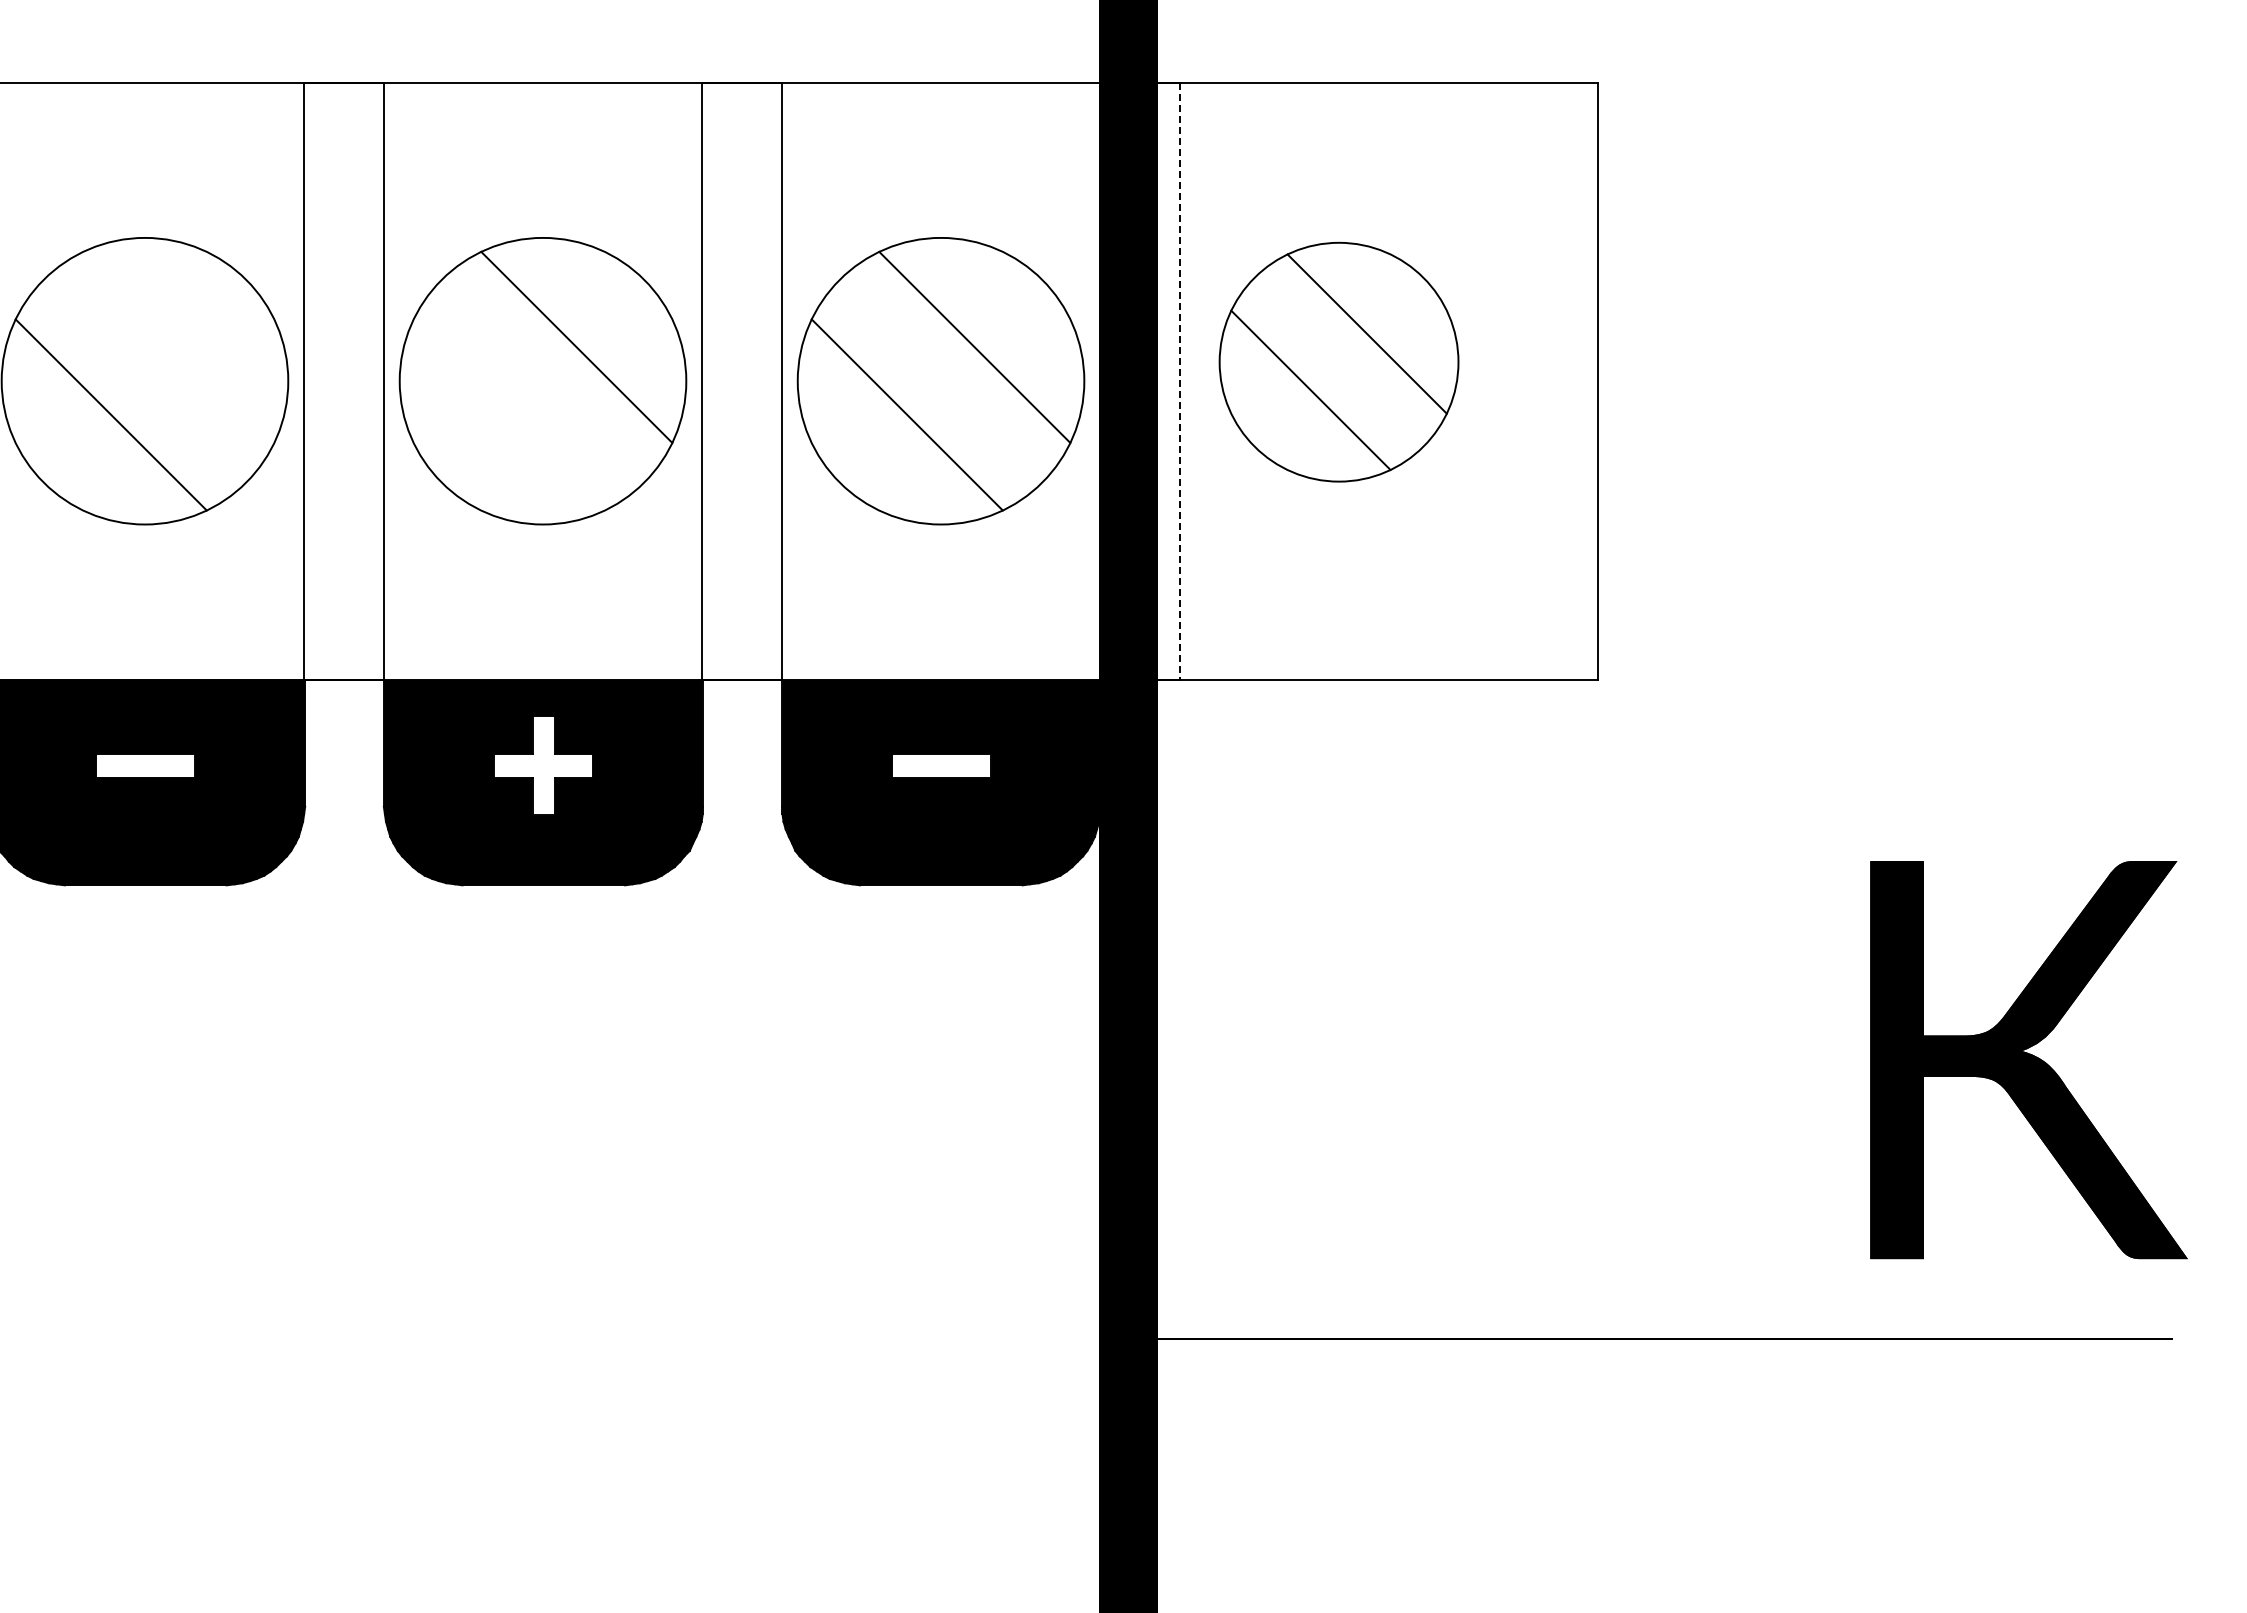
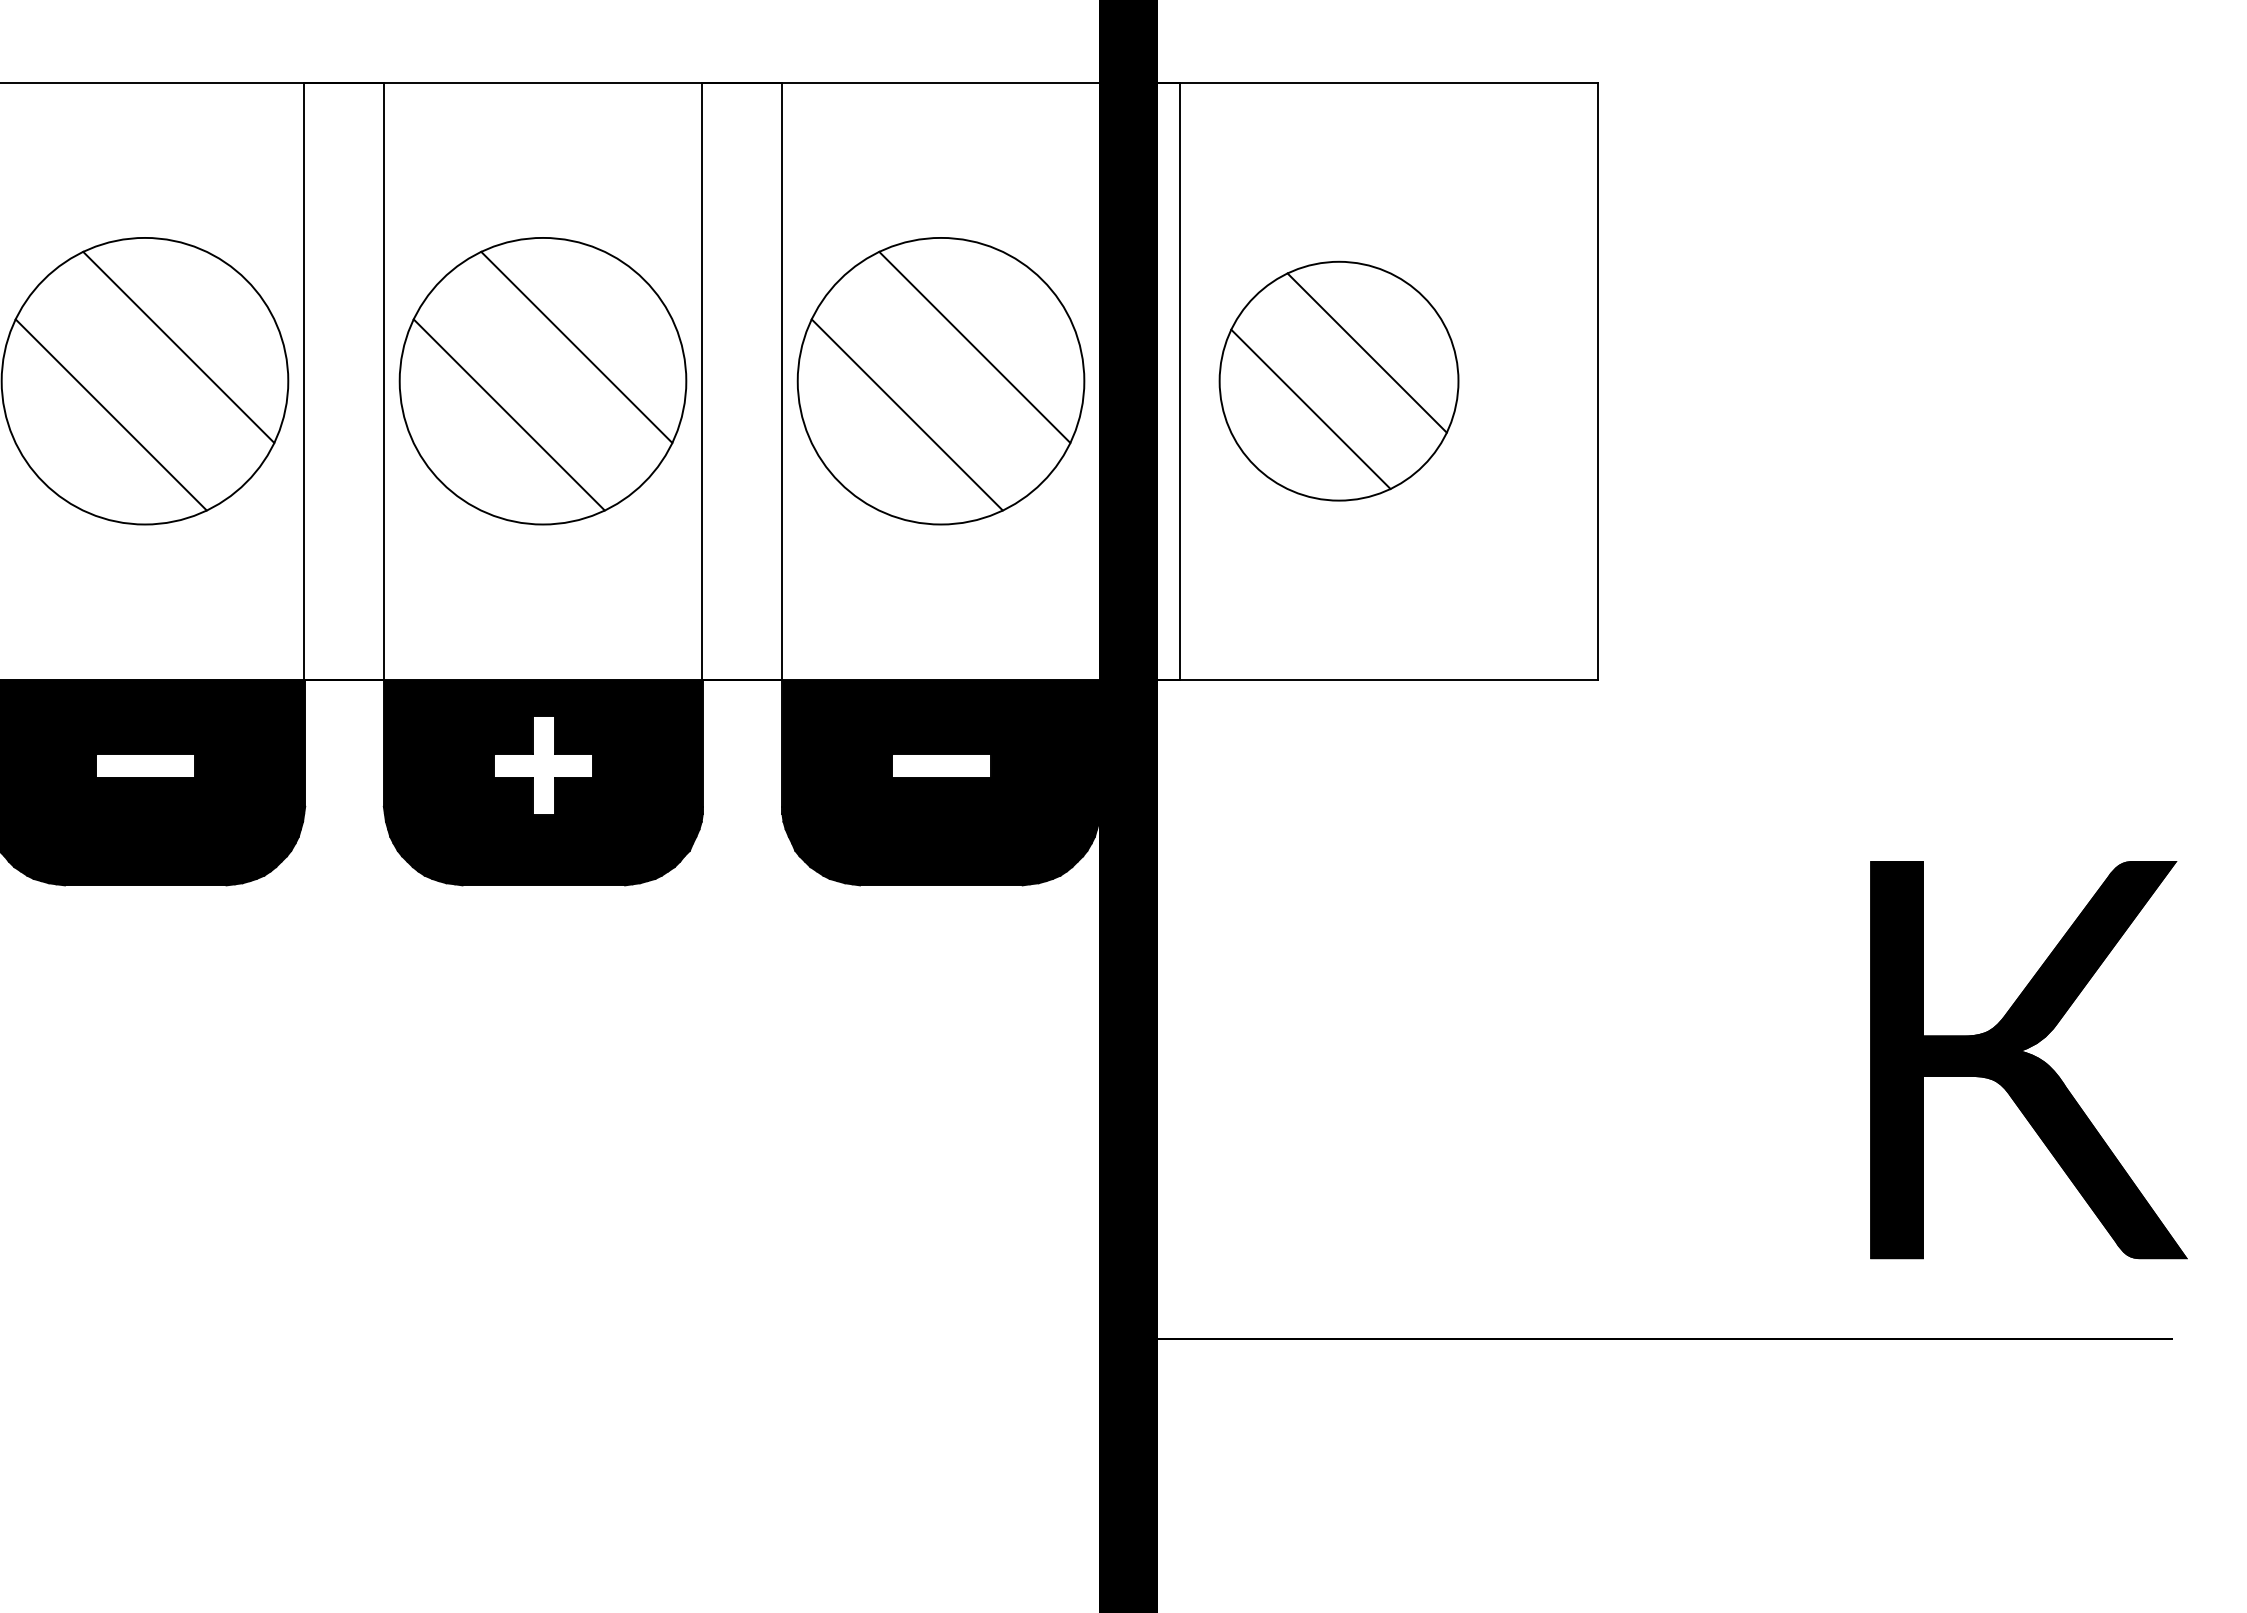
line at (178, 346): none -> present
part at (1338, 361) position: (1338, 361) -> (1338, 380)
line at (1179, 381): dashed -> solid
line at (508, 414): none -> present
